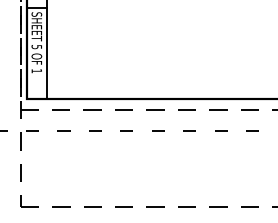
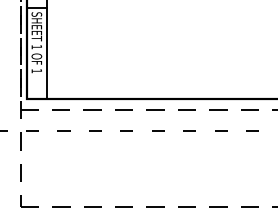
text at (36, 47): 5 -> 1
